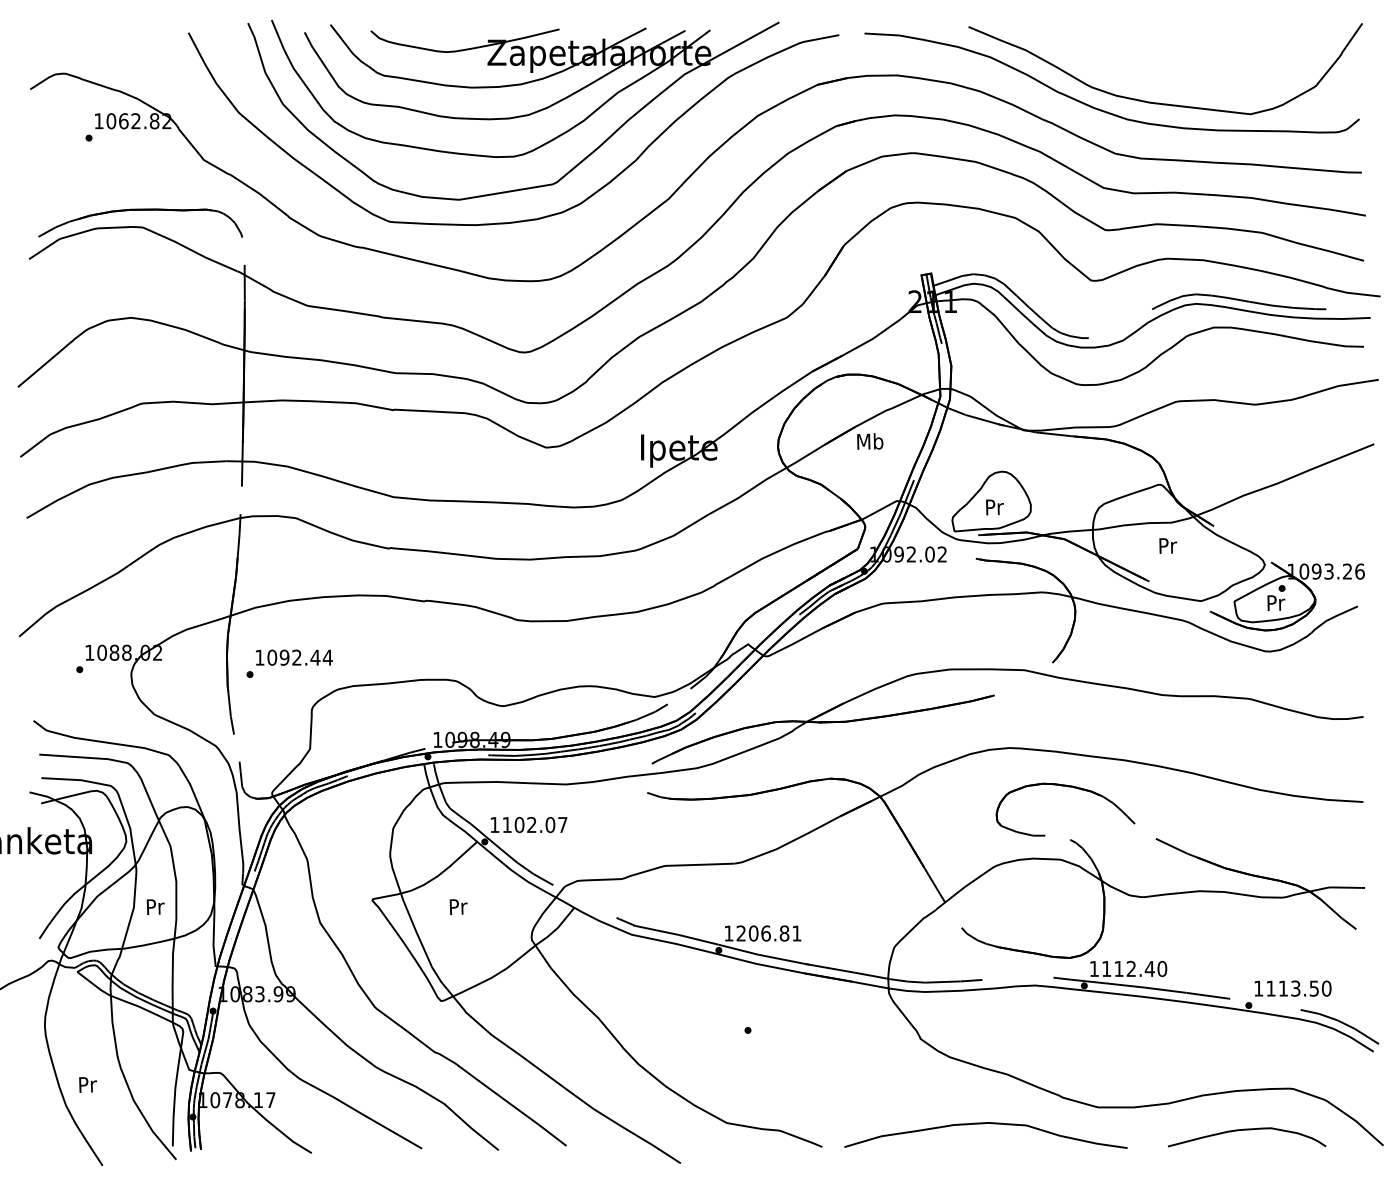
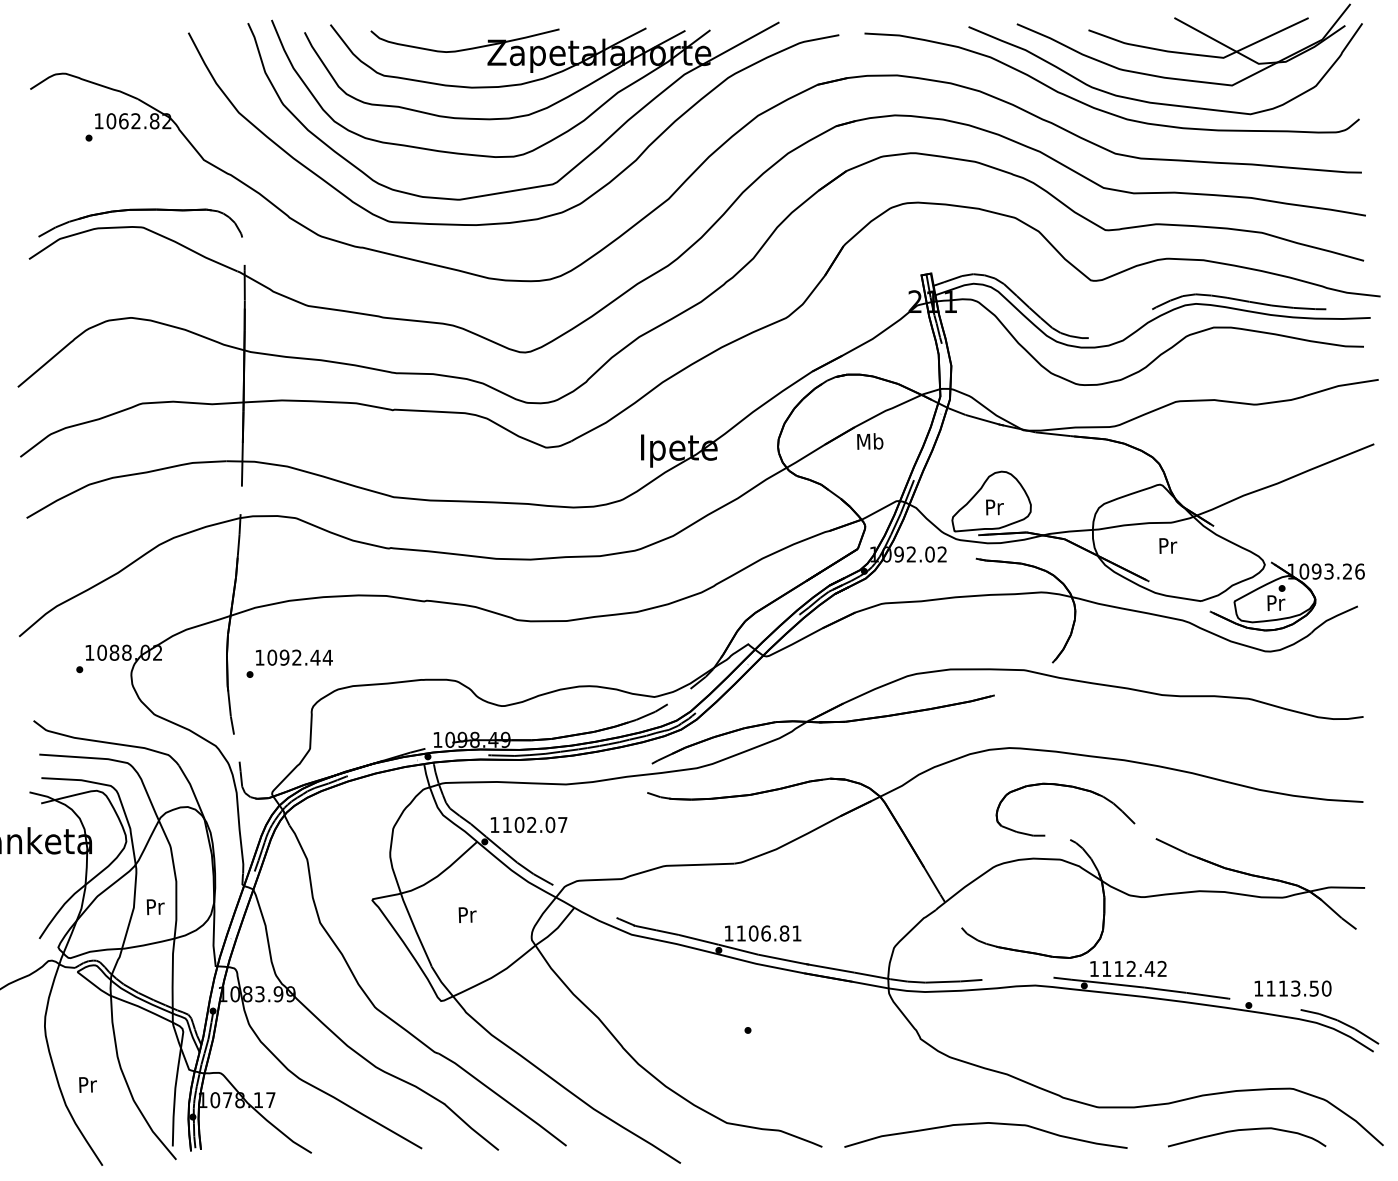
part at (1183, 52): none -> present
text at (458, 906) position: (458, 906) -> (467, 914)
text at (740, 933): 1206.81 -> 1106.81
text at (1162, 969): 1112.40 -> 1112.42
